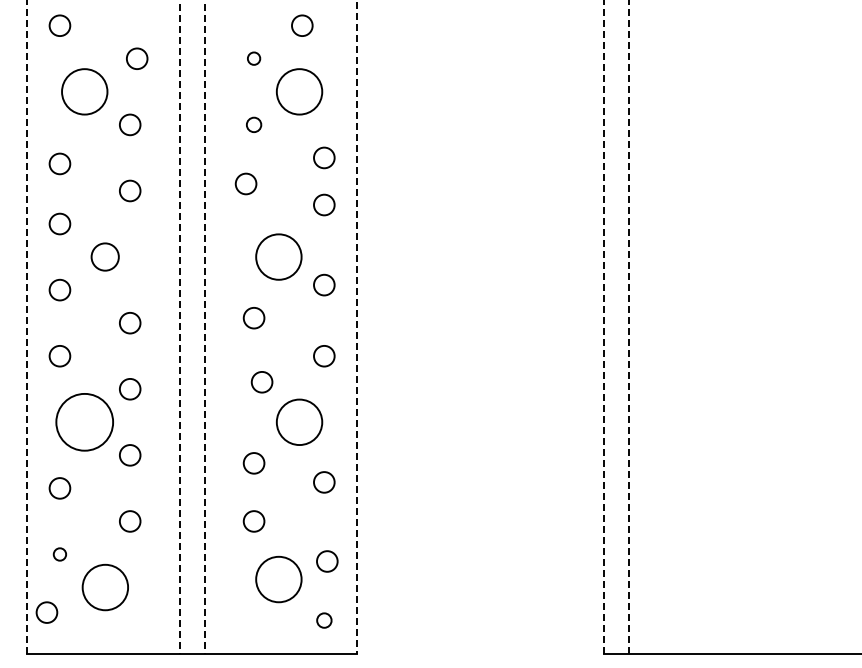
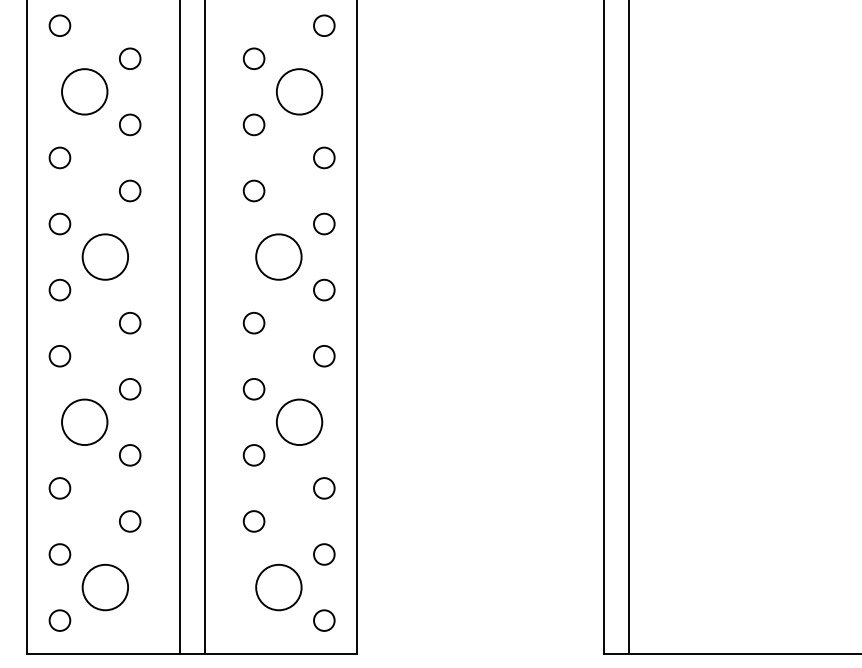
line at (357, 0): dashed -> solid
circle at (302, 25) position: (302, 25) -> (324, 25)
circle at (137, 58) position: (137, 58) -> (130, 58)
circle at (254, 58) size: 15x15 px -> 24x23 px
circle at (254, 124) size: 17x17 px -> 24x24 px
circle at (59, 163) position: (59, 163) -> (59, 157)
circle at (245, 183) position: (245, 183) -> (253, 190)
circle at (324, 204) position: (324, 204) -> (324, 223)
circle at (104, 256) size: 30x30 px -> 48x48 px
circle at (324, 284) position: (324, 284) -> (324, 289)
circle at (253, 318) position: (253, 318) -> (253, 323)
line at (604, 326): dashed -> solid
line at (628, 326): dashed -> solid
line at (179, 327): dashed -> solid
line at (204, 327): dashed -> solid
circle at (261, 382) position: (261, 382) -> (253, 389)
circle at (84, 421) diameter: 57 px -> 45 px
circle at (253, 463) position: (253, 463) -> (253, 455)
circle at (324, 482) position: (324, 482) -> (324, 488)
circle at (59, 554) size: 15x15 px -> 24x23 px
circle at (327, 561) position: (327, 561) -> (324, 554)
circle at (278, 579) position: (278, 579) -> (278, 587)
circle at (46, 612) position: (46, 612) -> (59, 620)
circle at (324, 620) size: 17x17 px -> 23x23 px
